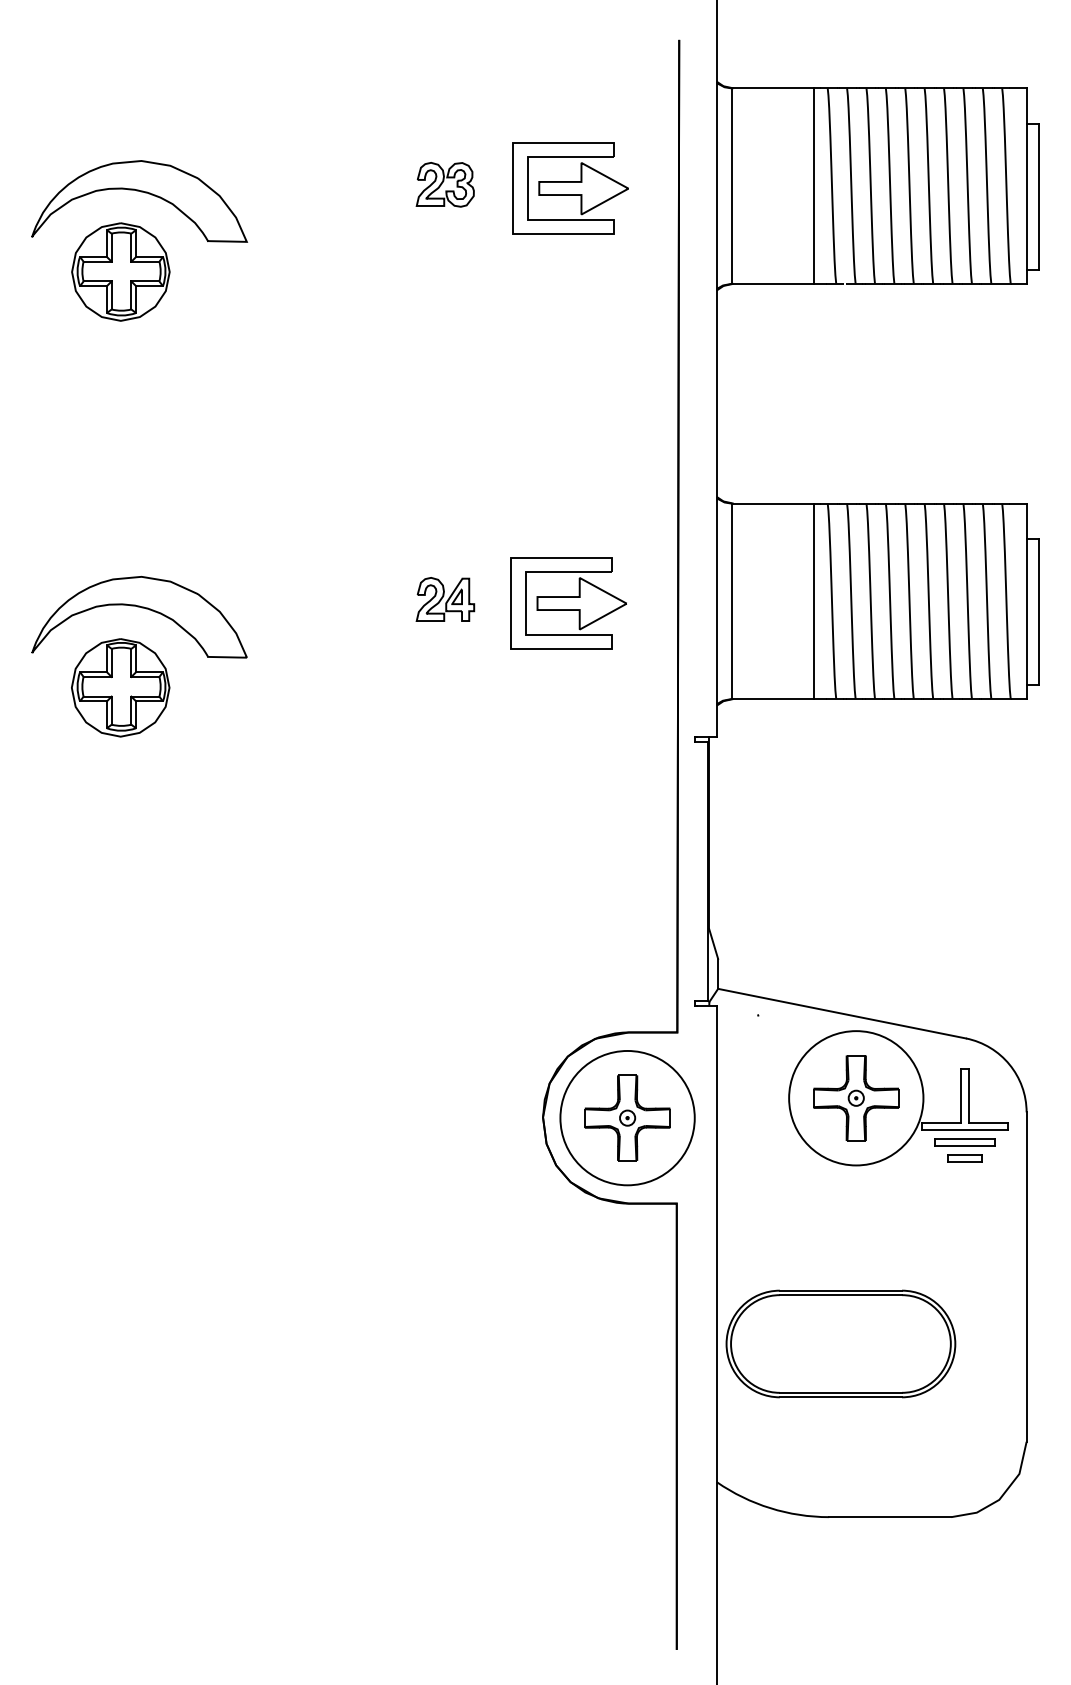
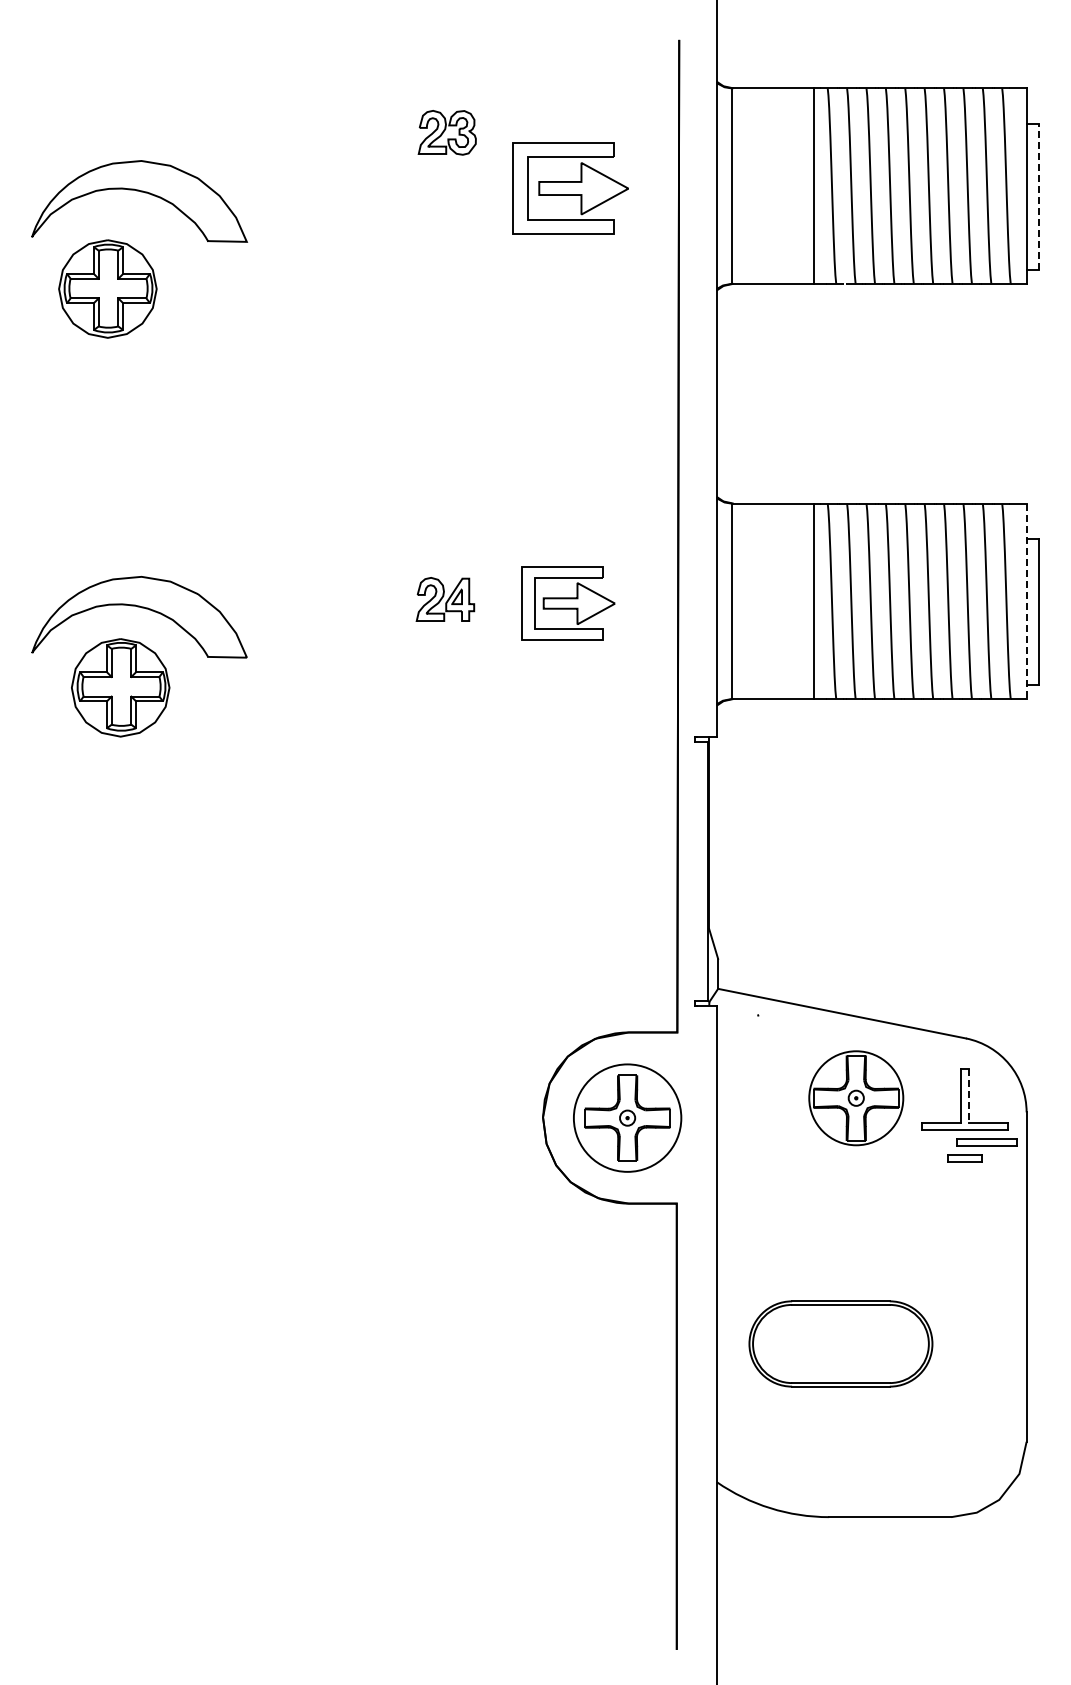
part at (444, 184) position: (444, 184) -> (446, 132)
line at (1038, 196): solid -> dashed
part at (120, 271) position: (120, 271) -> (107, 288)
line at (1026, 601): solid -> dashed
part at (568, 603) size: 117x93 px -> 95x75 px
line at (968, 1096): solid -> dashed
circle at (856, 1098) diameter: 134 px -> 94 px
circle at (627, 1117) diameter: 134 px -> 107 px
part at (964, 1142) position: (964, 1142) -> (986, 1142)
part at (840, 1343) size: 232x110 px -> 186x88 px
